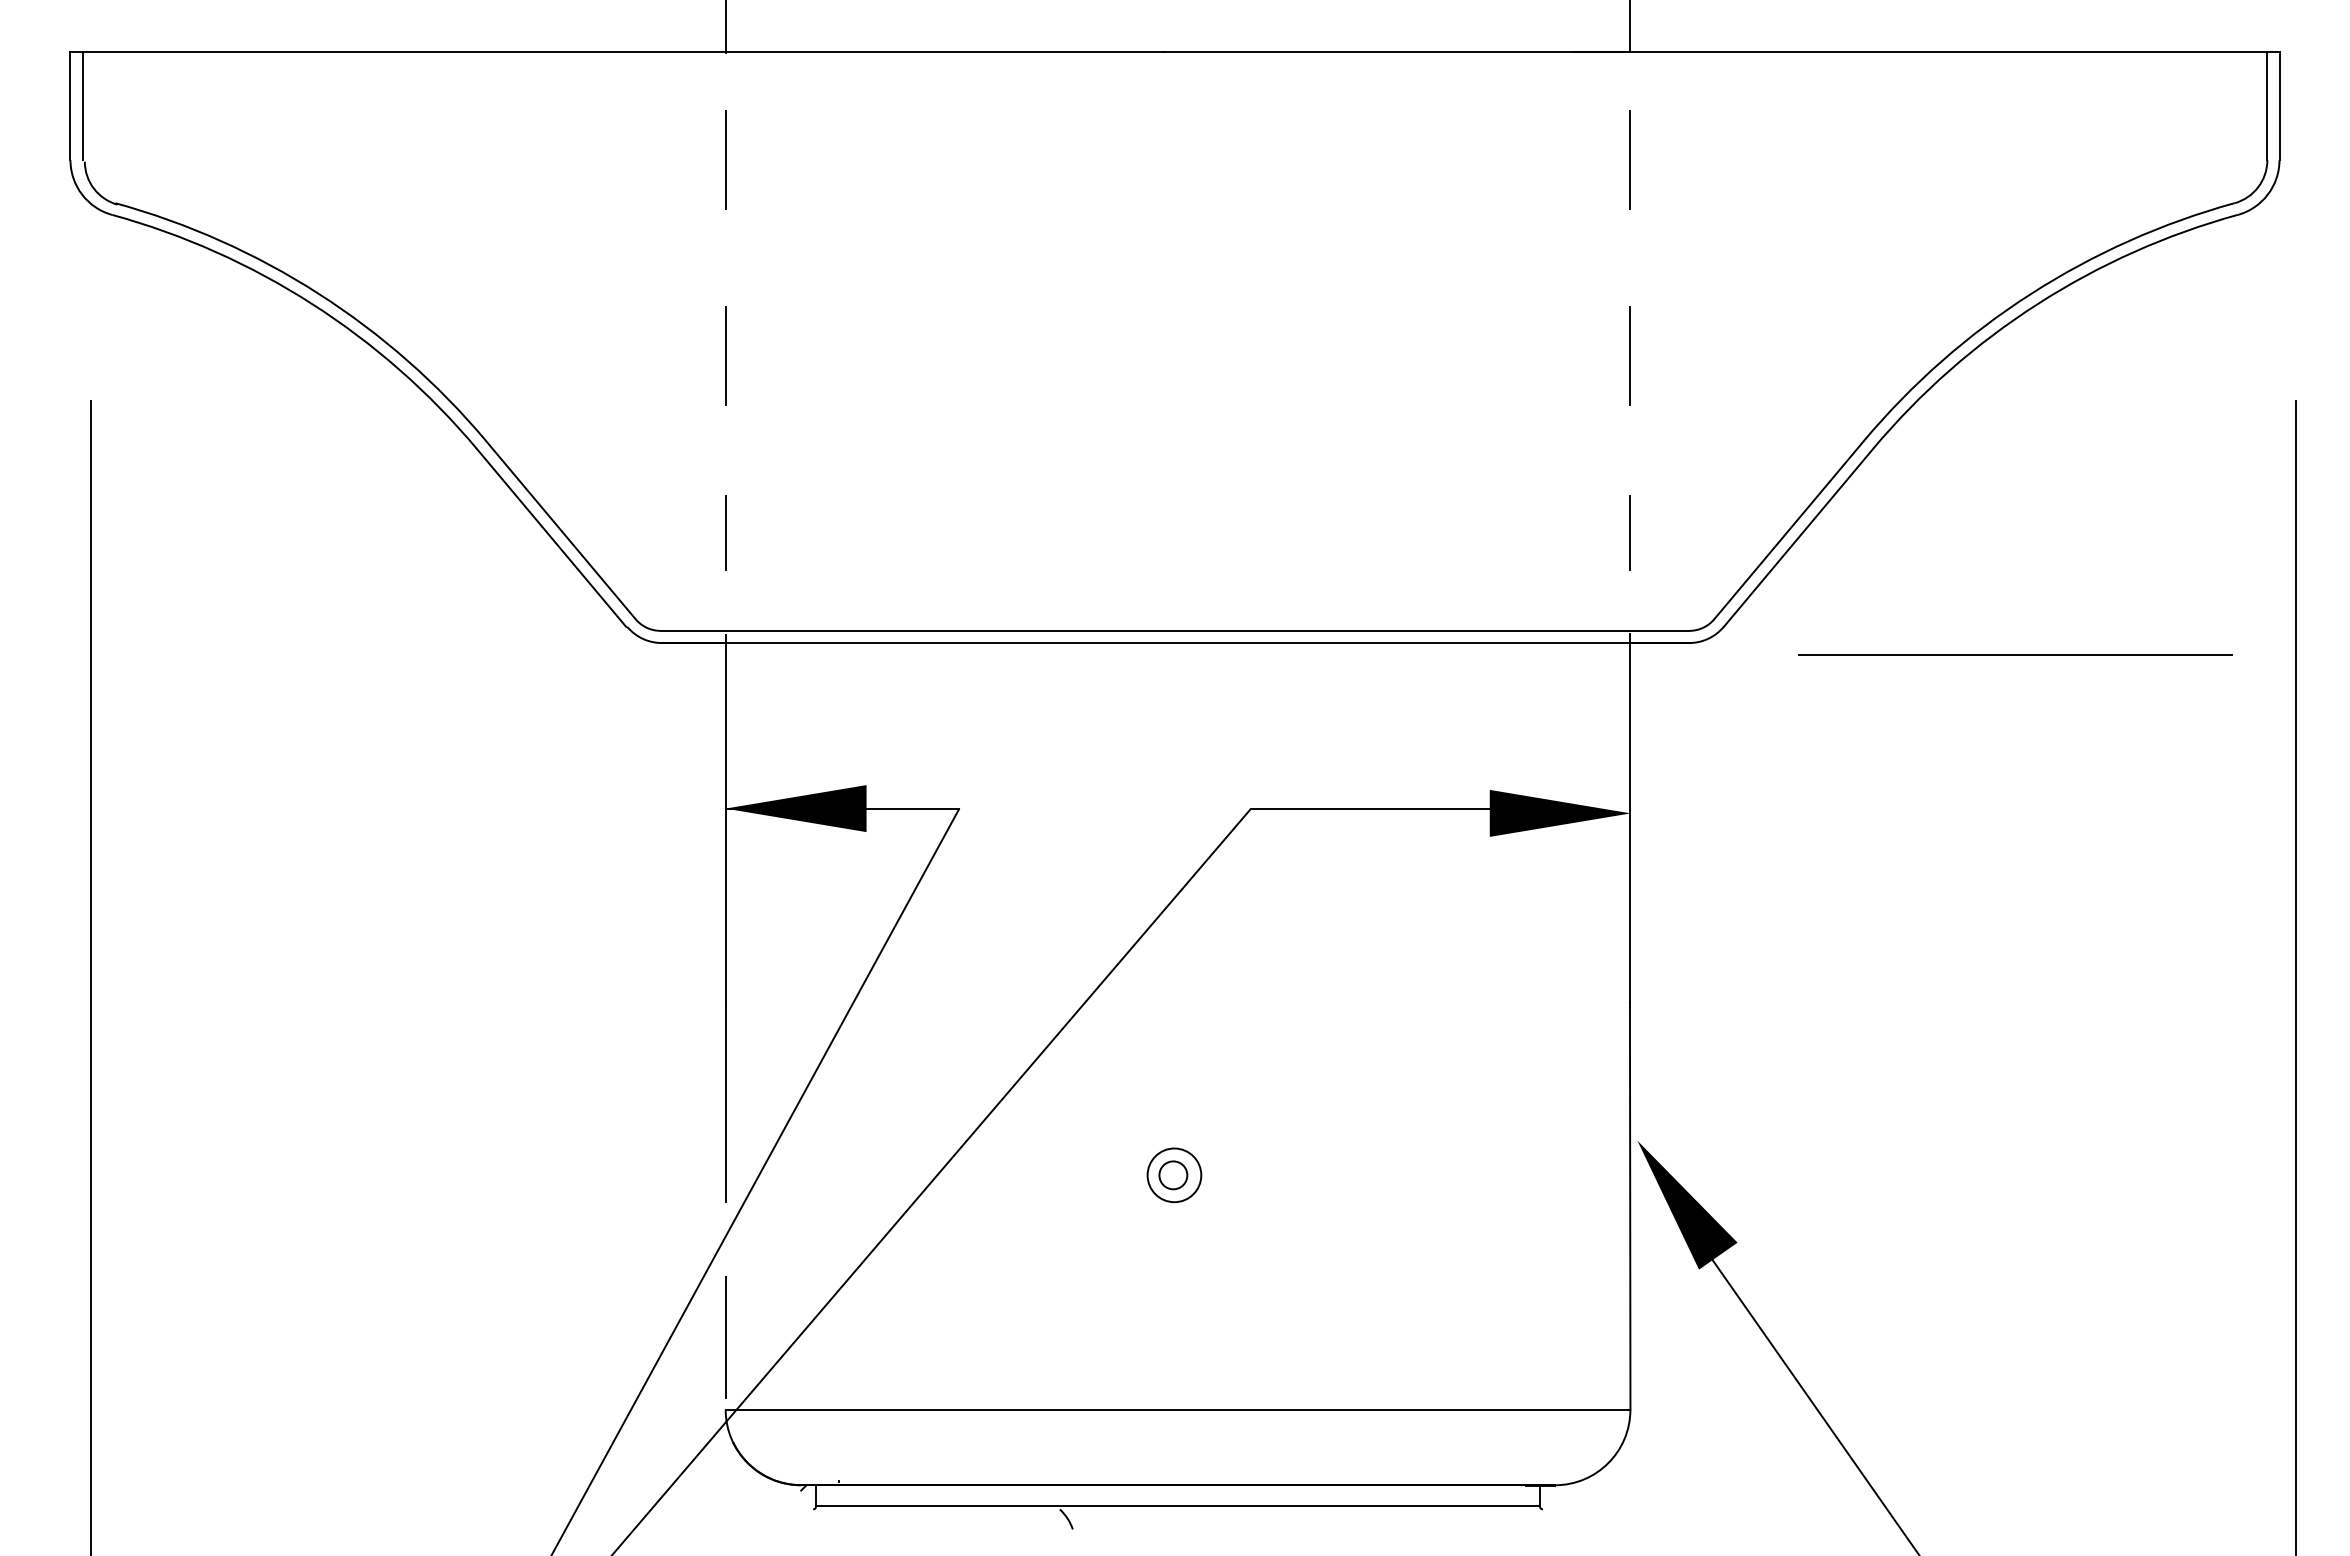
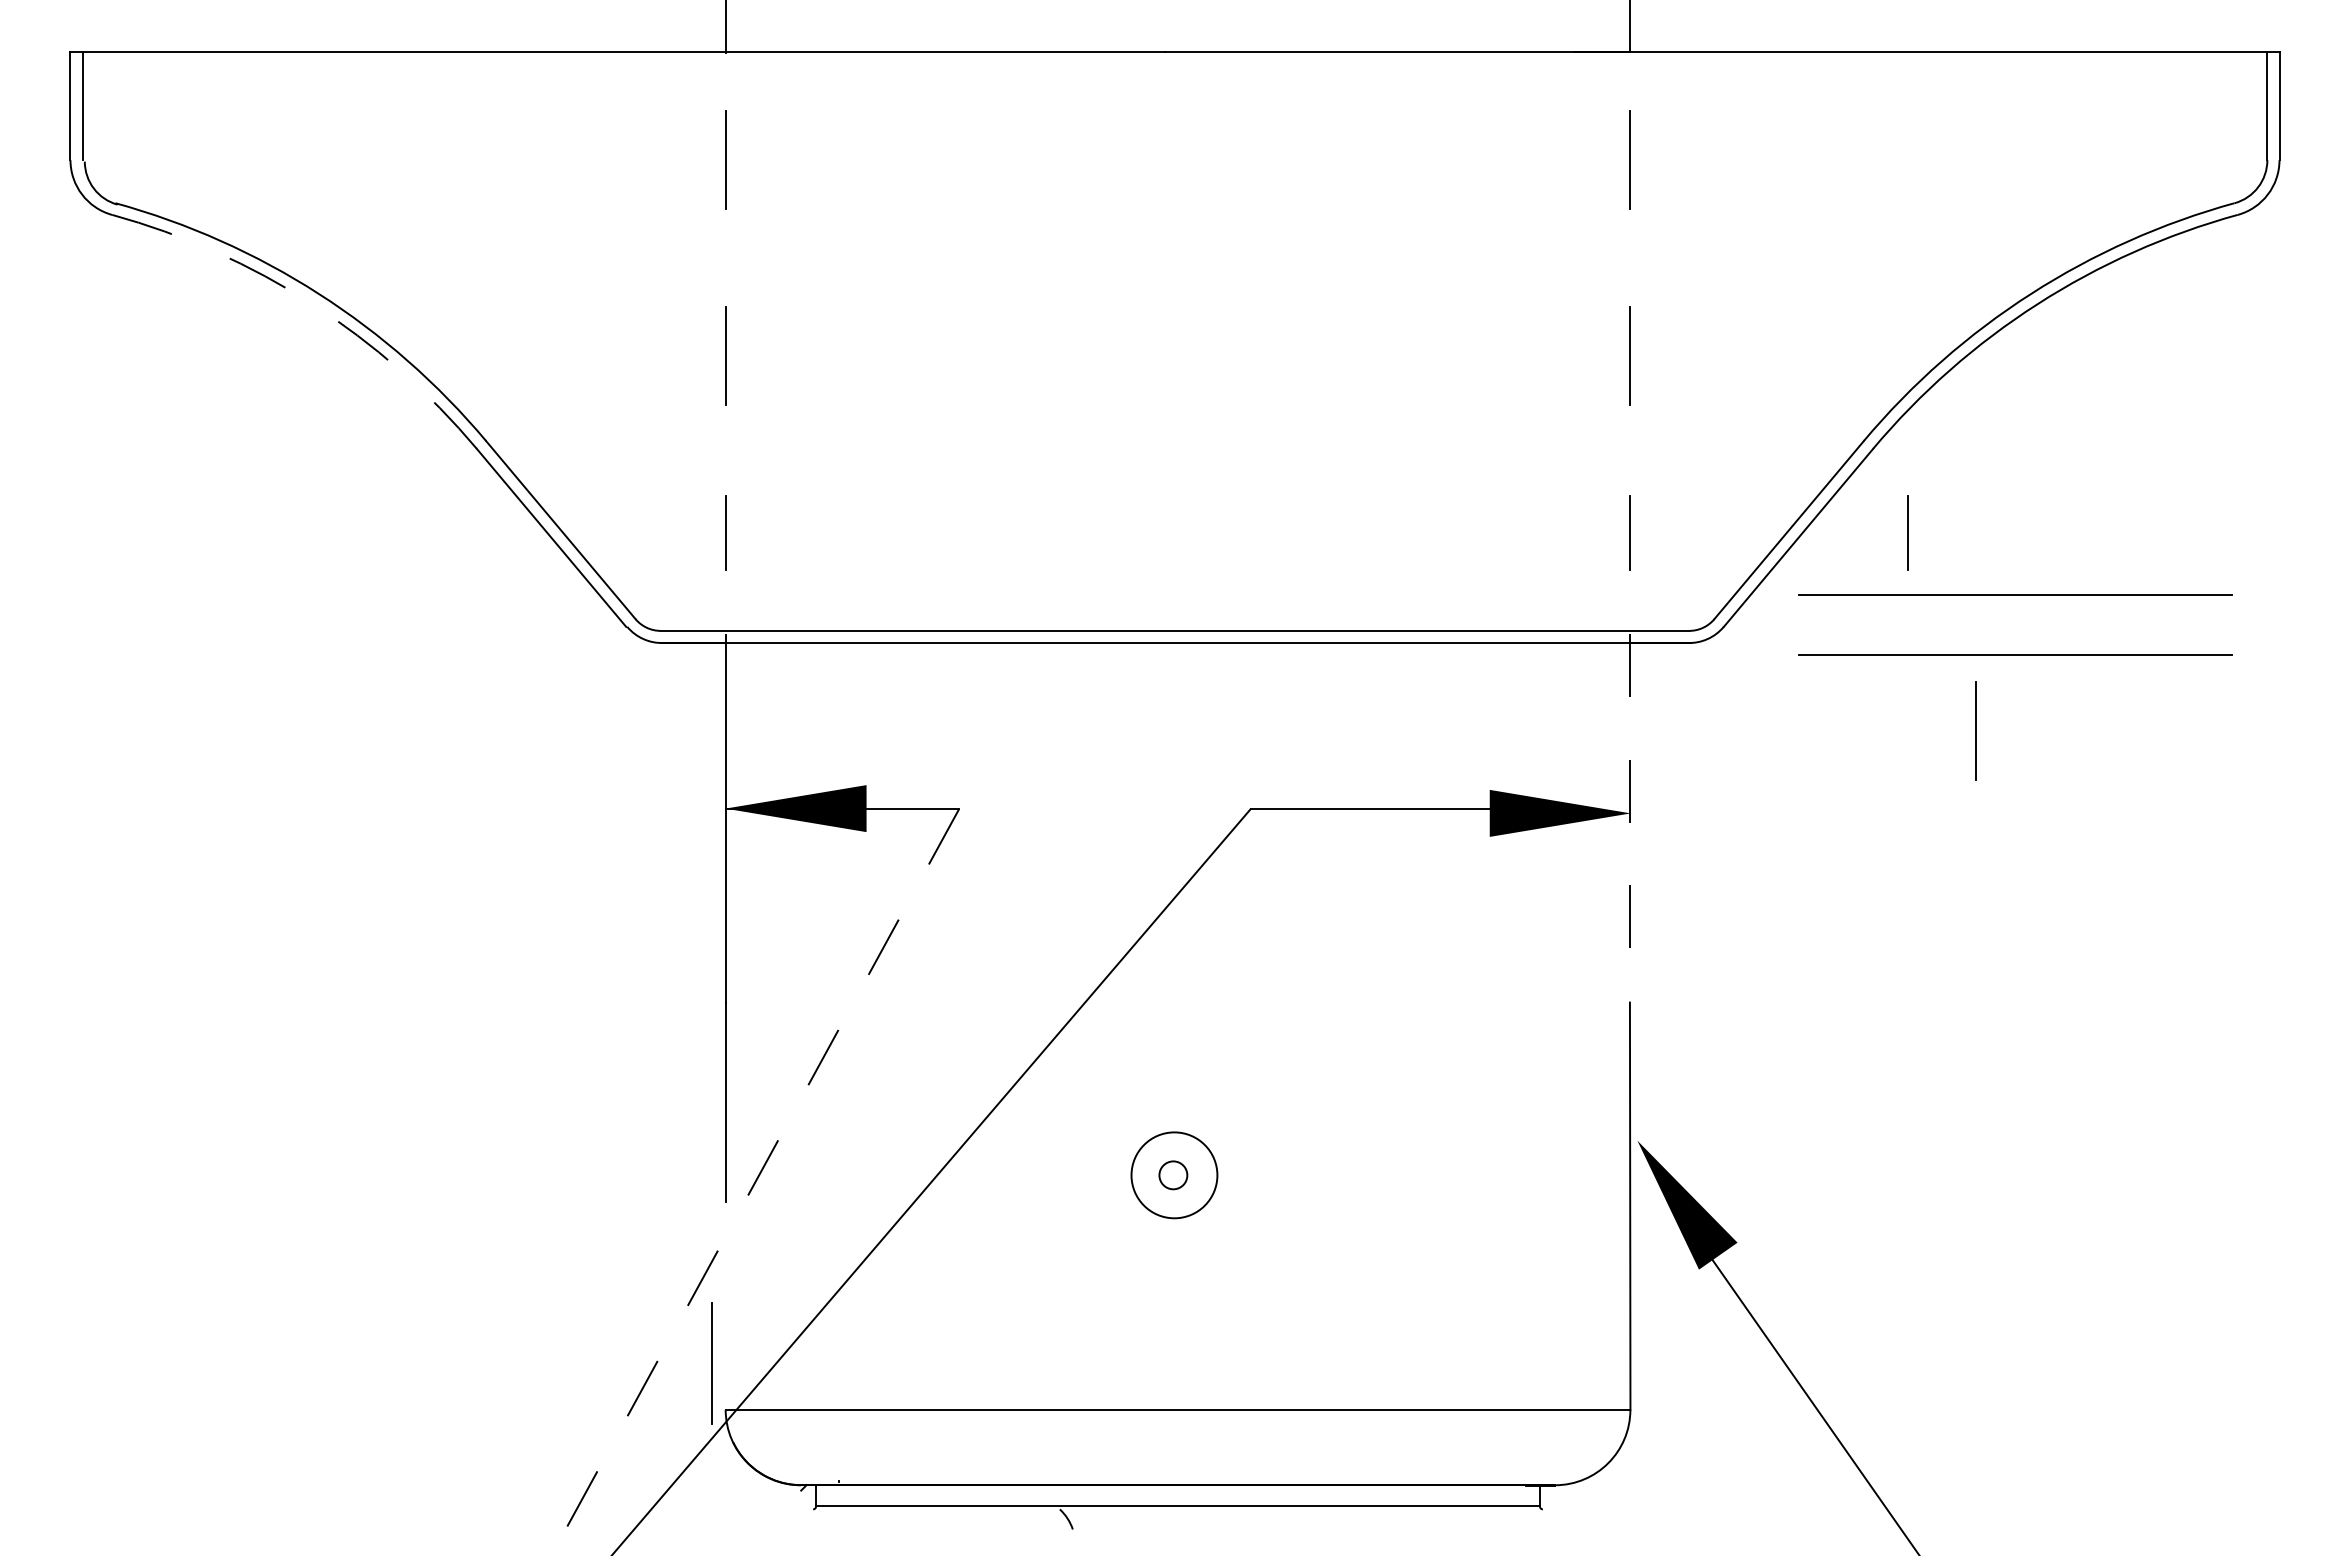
arc at (312, 304): solid -> dashed
line at (1907, 532): none -> present
line at (2015, 594): none -> present
line at (1975, 730): none -> present
line at (1629, 818): solid -> dashed
line at (91, 976): present -> none
line at (2295, 976): present -> none
circle at (1174, 1175) diameter: 54 px -> 86 px
line at (754, 1182): solid -> dashed
line at (725, 1337) position: (725, 1337) -> (711, 1363)
